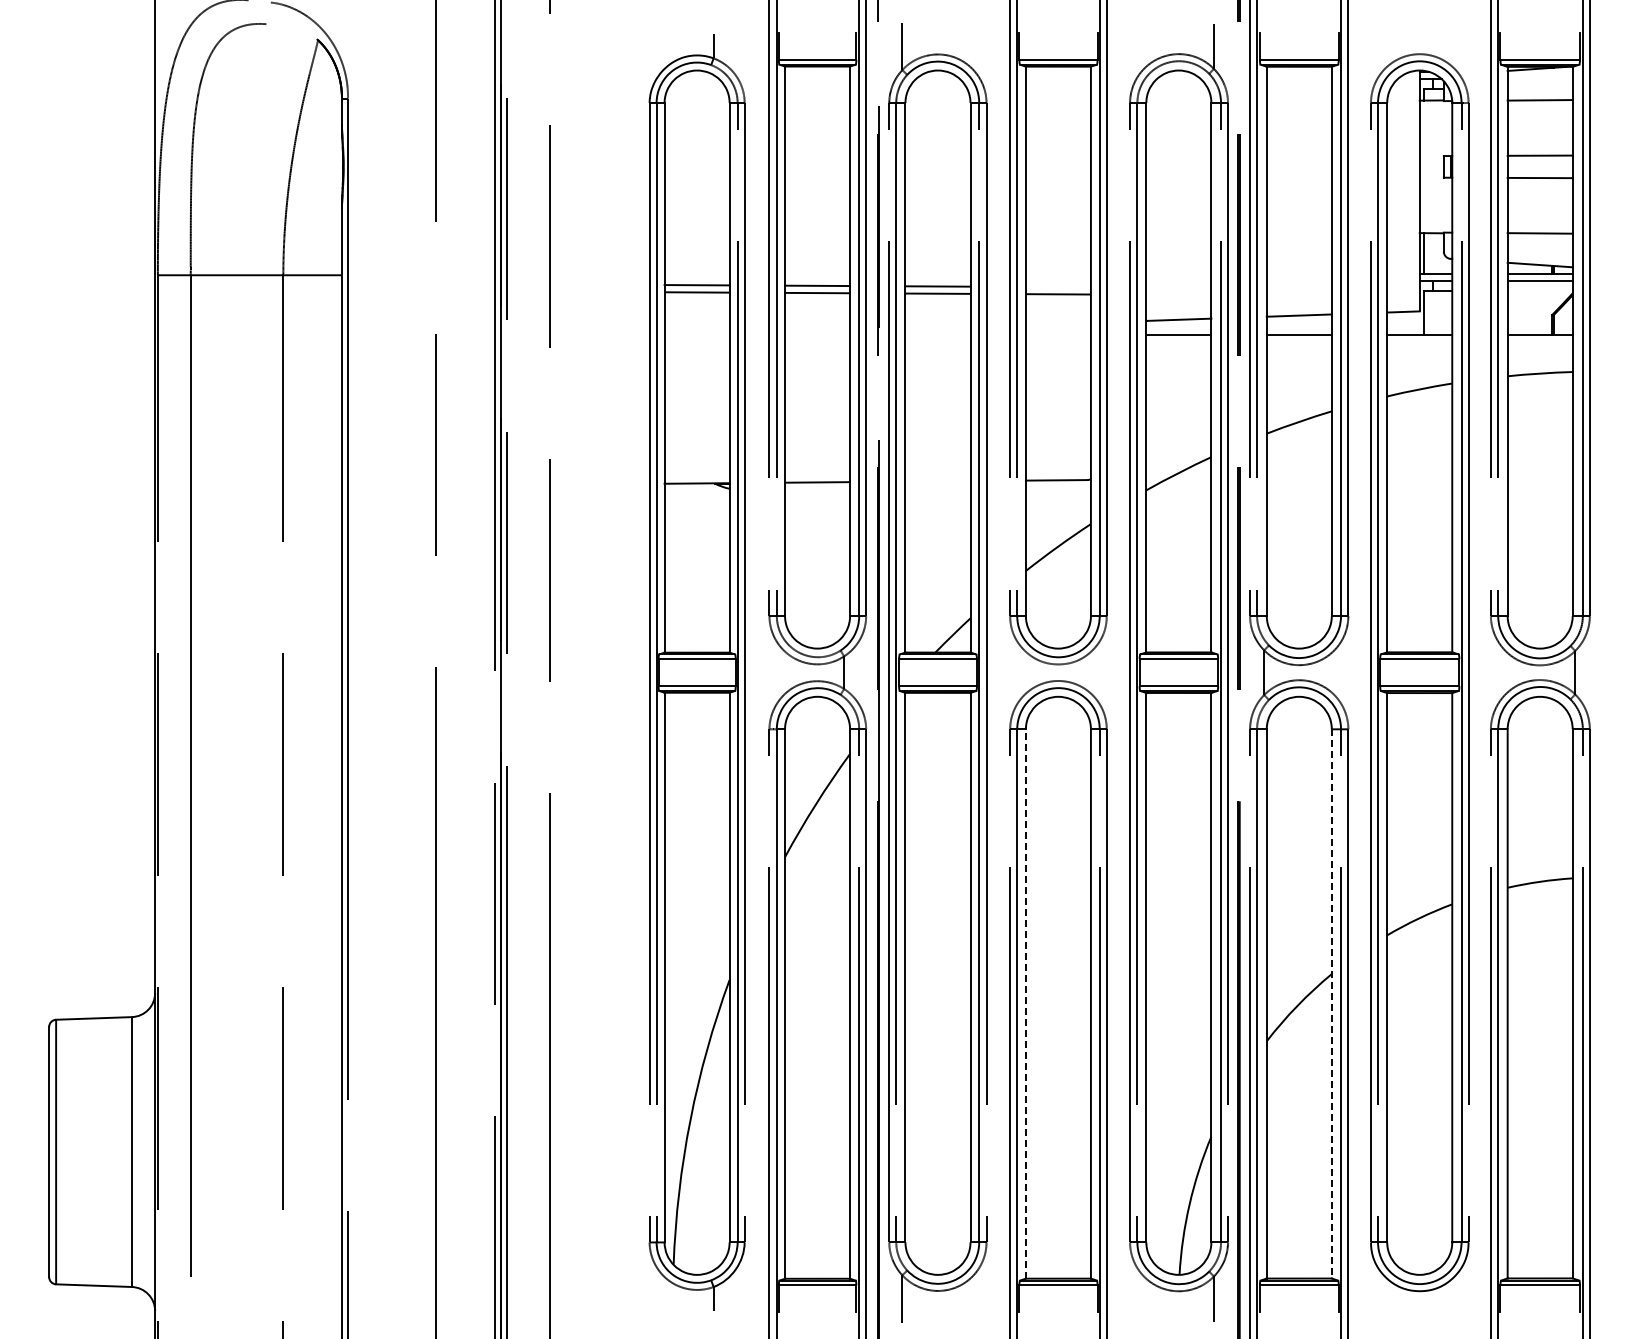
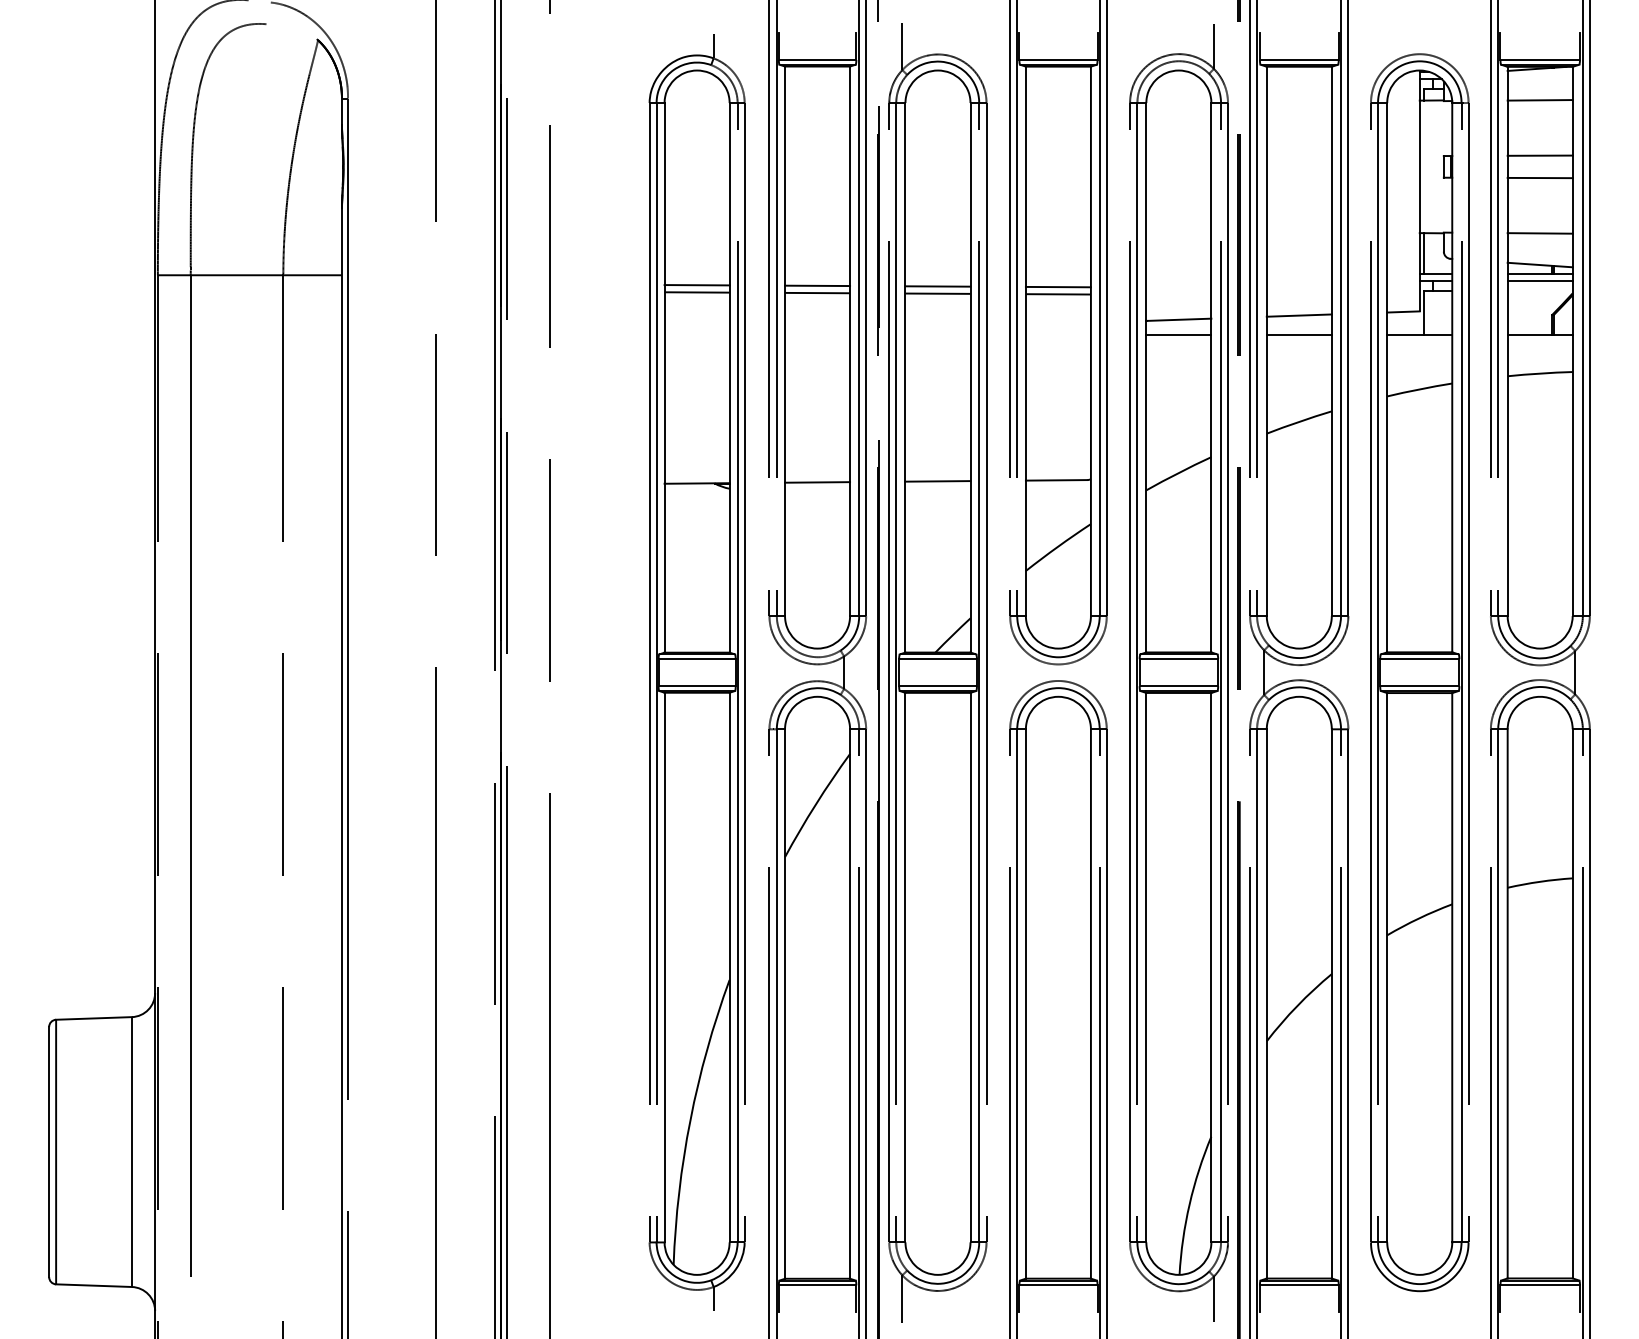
line at (1057, 286): none -> present
line at (937, 481): none -> present
line at (1025, 1003): dashed -> solid
line at (1331, 1003): dashed -> solid
